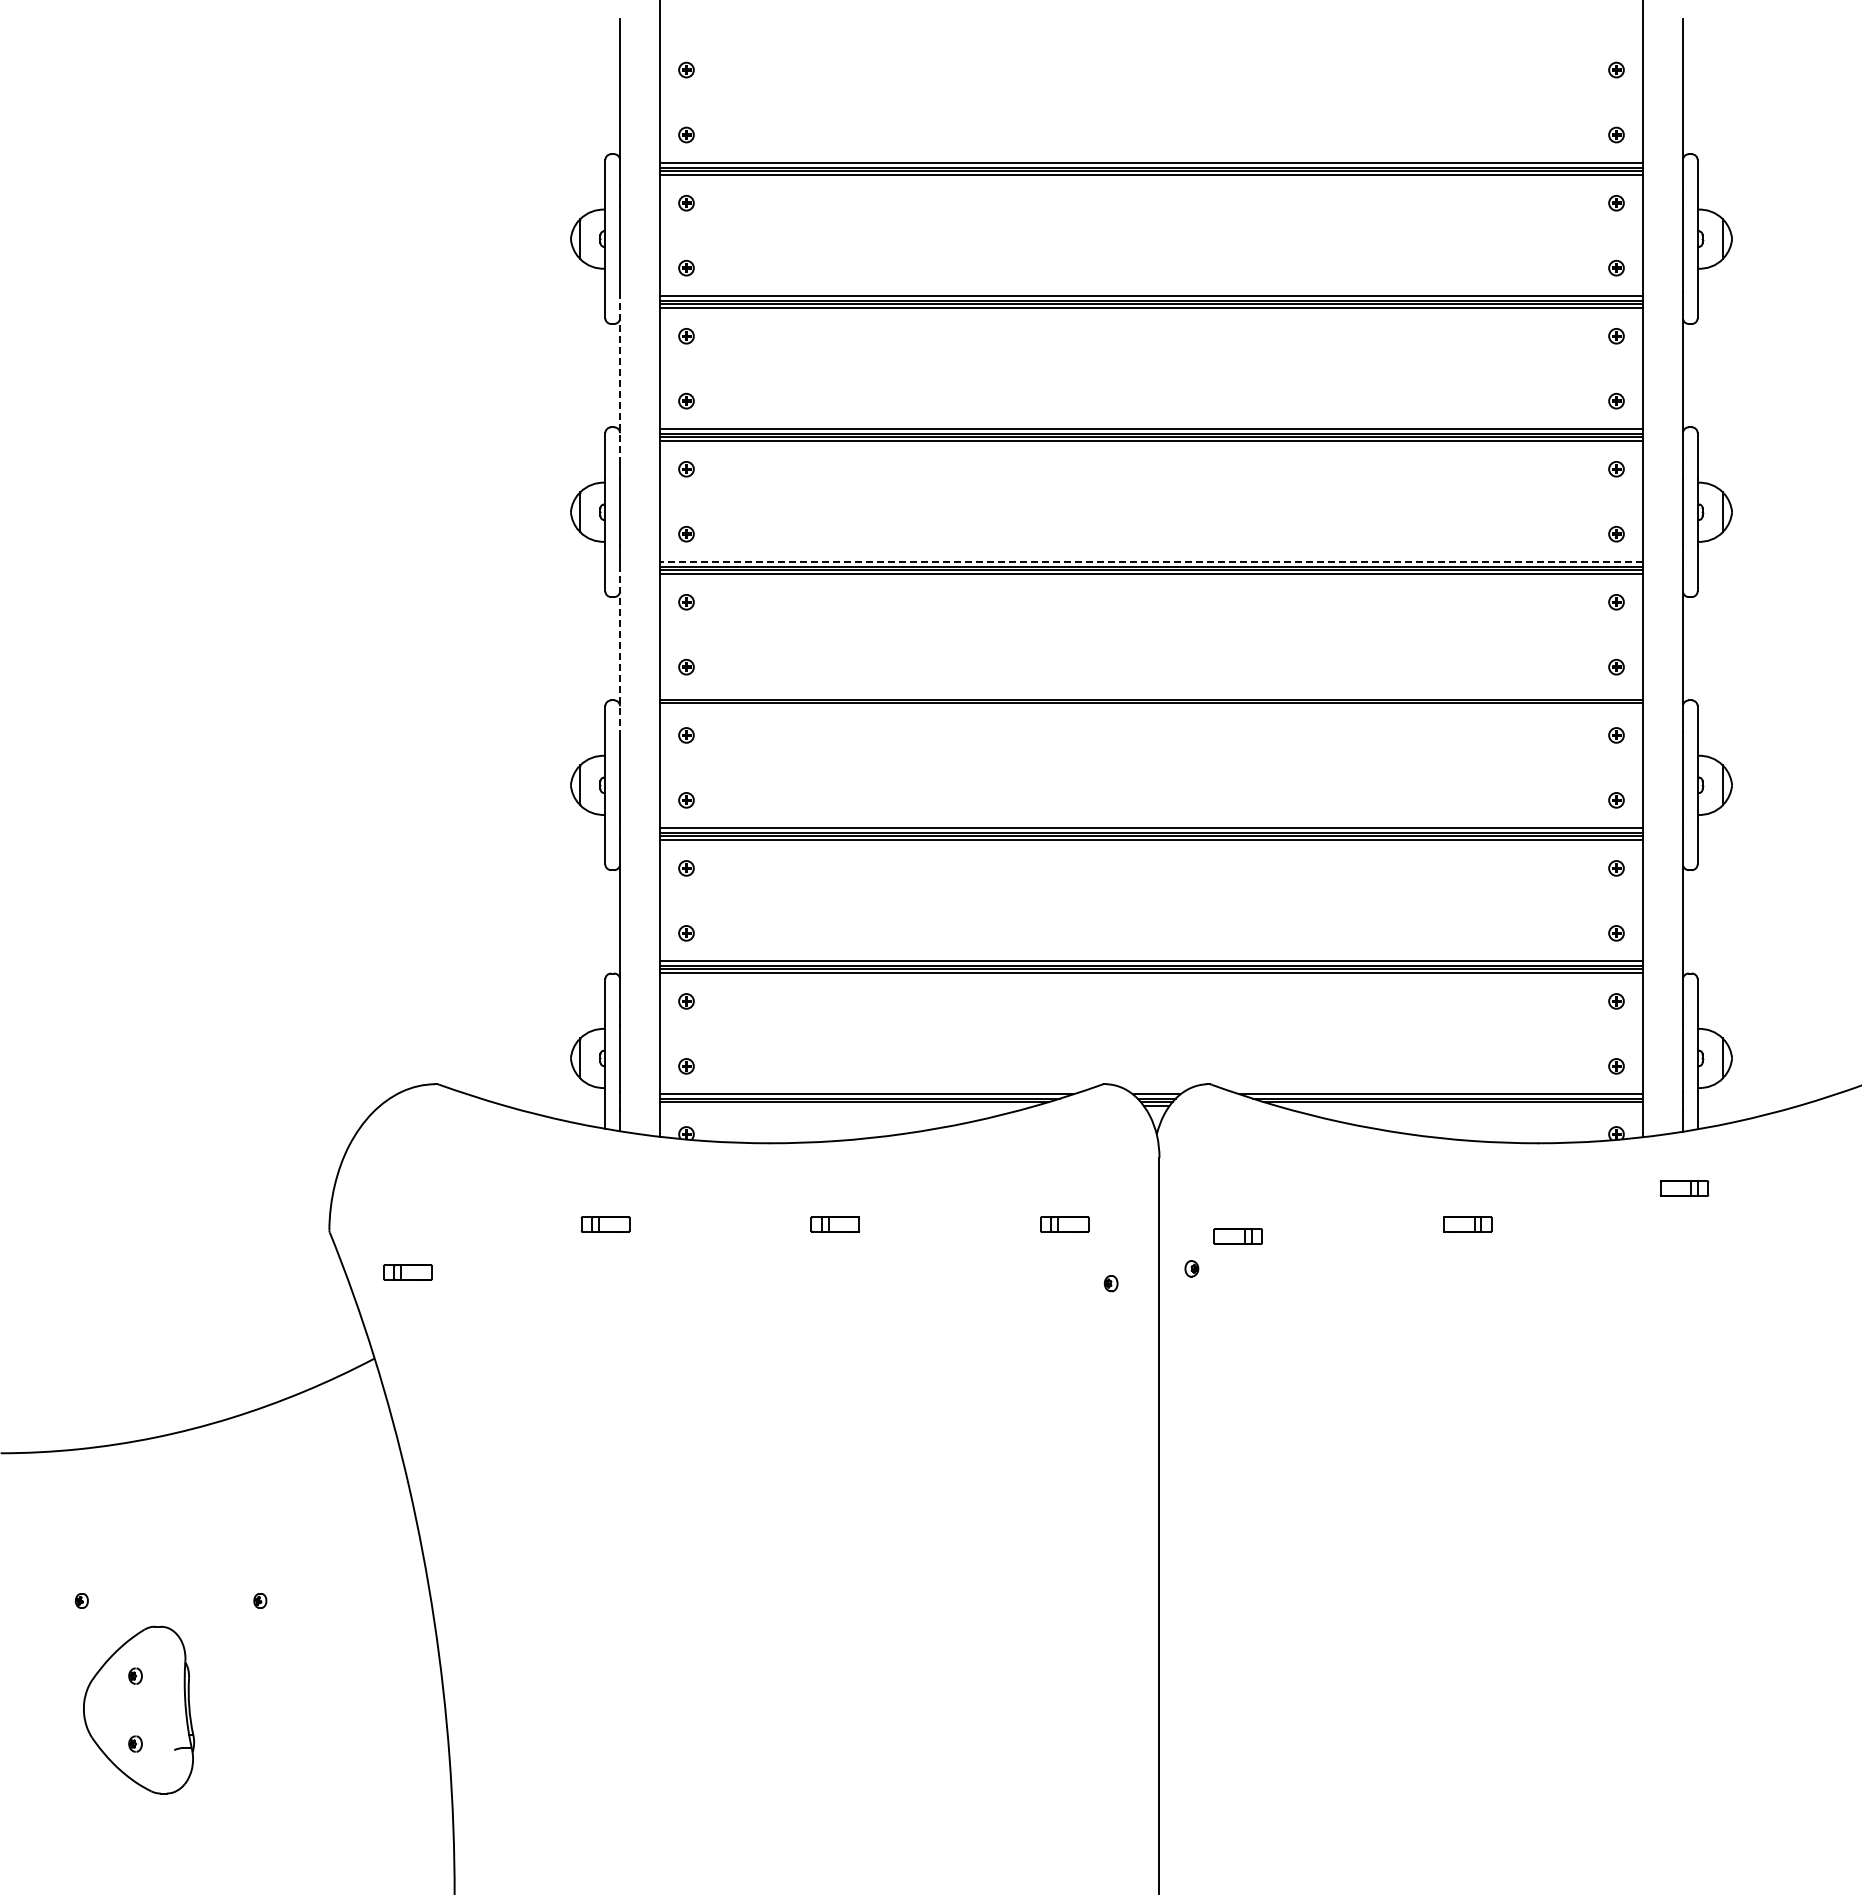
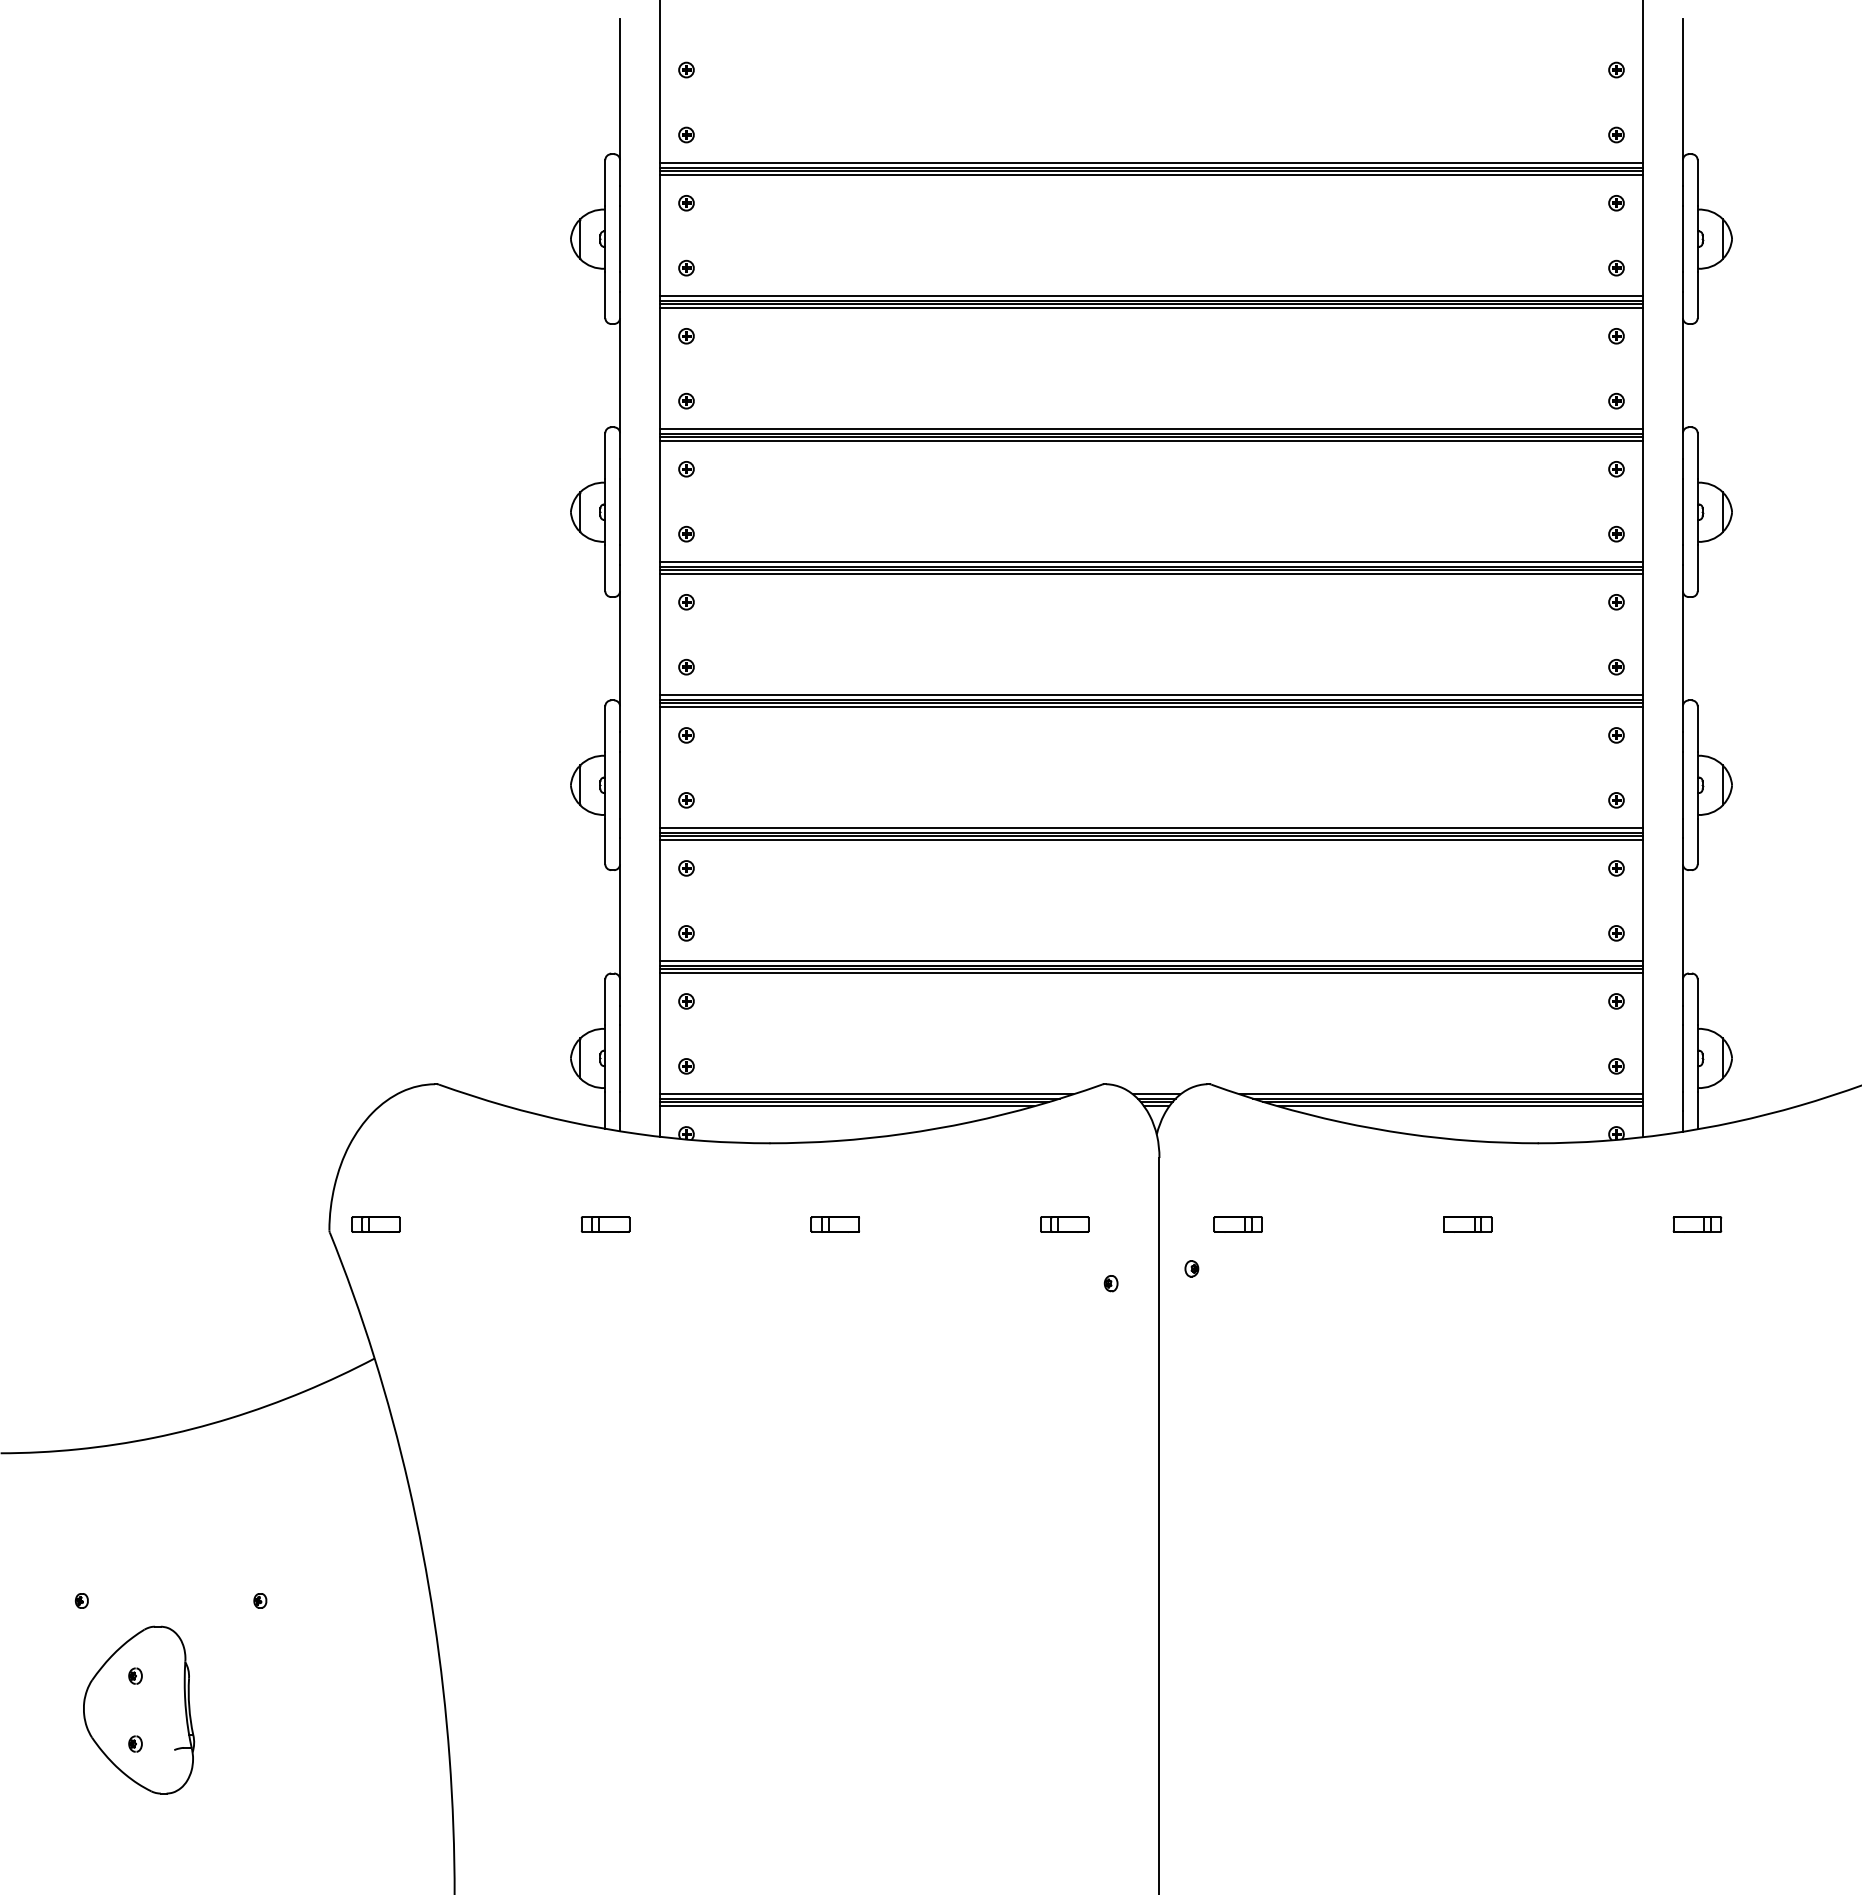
line at (620, 375): dashed -> solid
line at (1151, 562): dashed -> solid
line at (620, 648): dashed -> solid
line at (1151, 695): none -> present
line at (1151, 707): none -> present
line at (846, 1106): none -> present
line at (1460, 1106): none -> present
part at (1684, 1188) position: (1684, 1188) -> (1697, 1224)
part at (1237, 1236) position: (1237, 1236) -> (1237, 1224)
part at (407, 1272) position: (407, 1272) -> (375, 1224)
